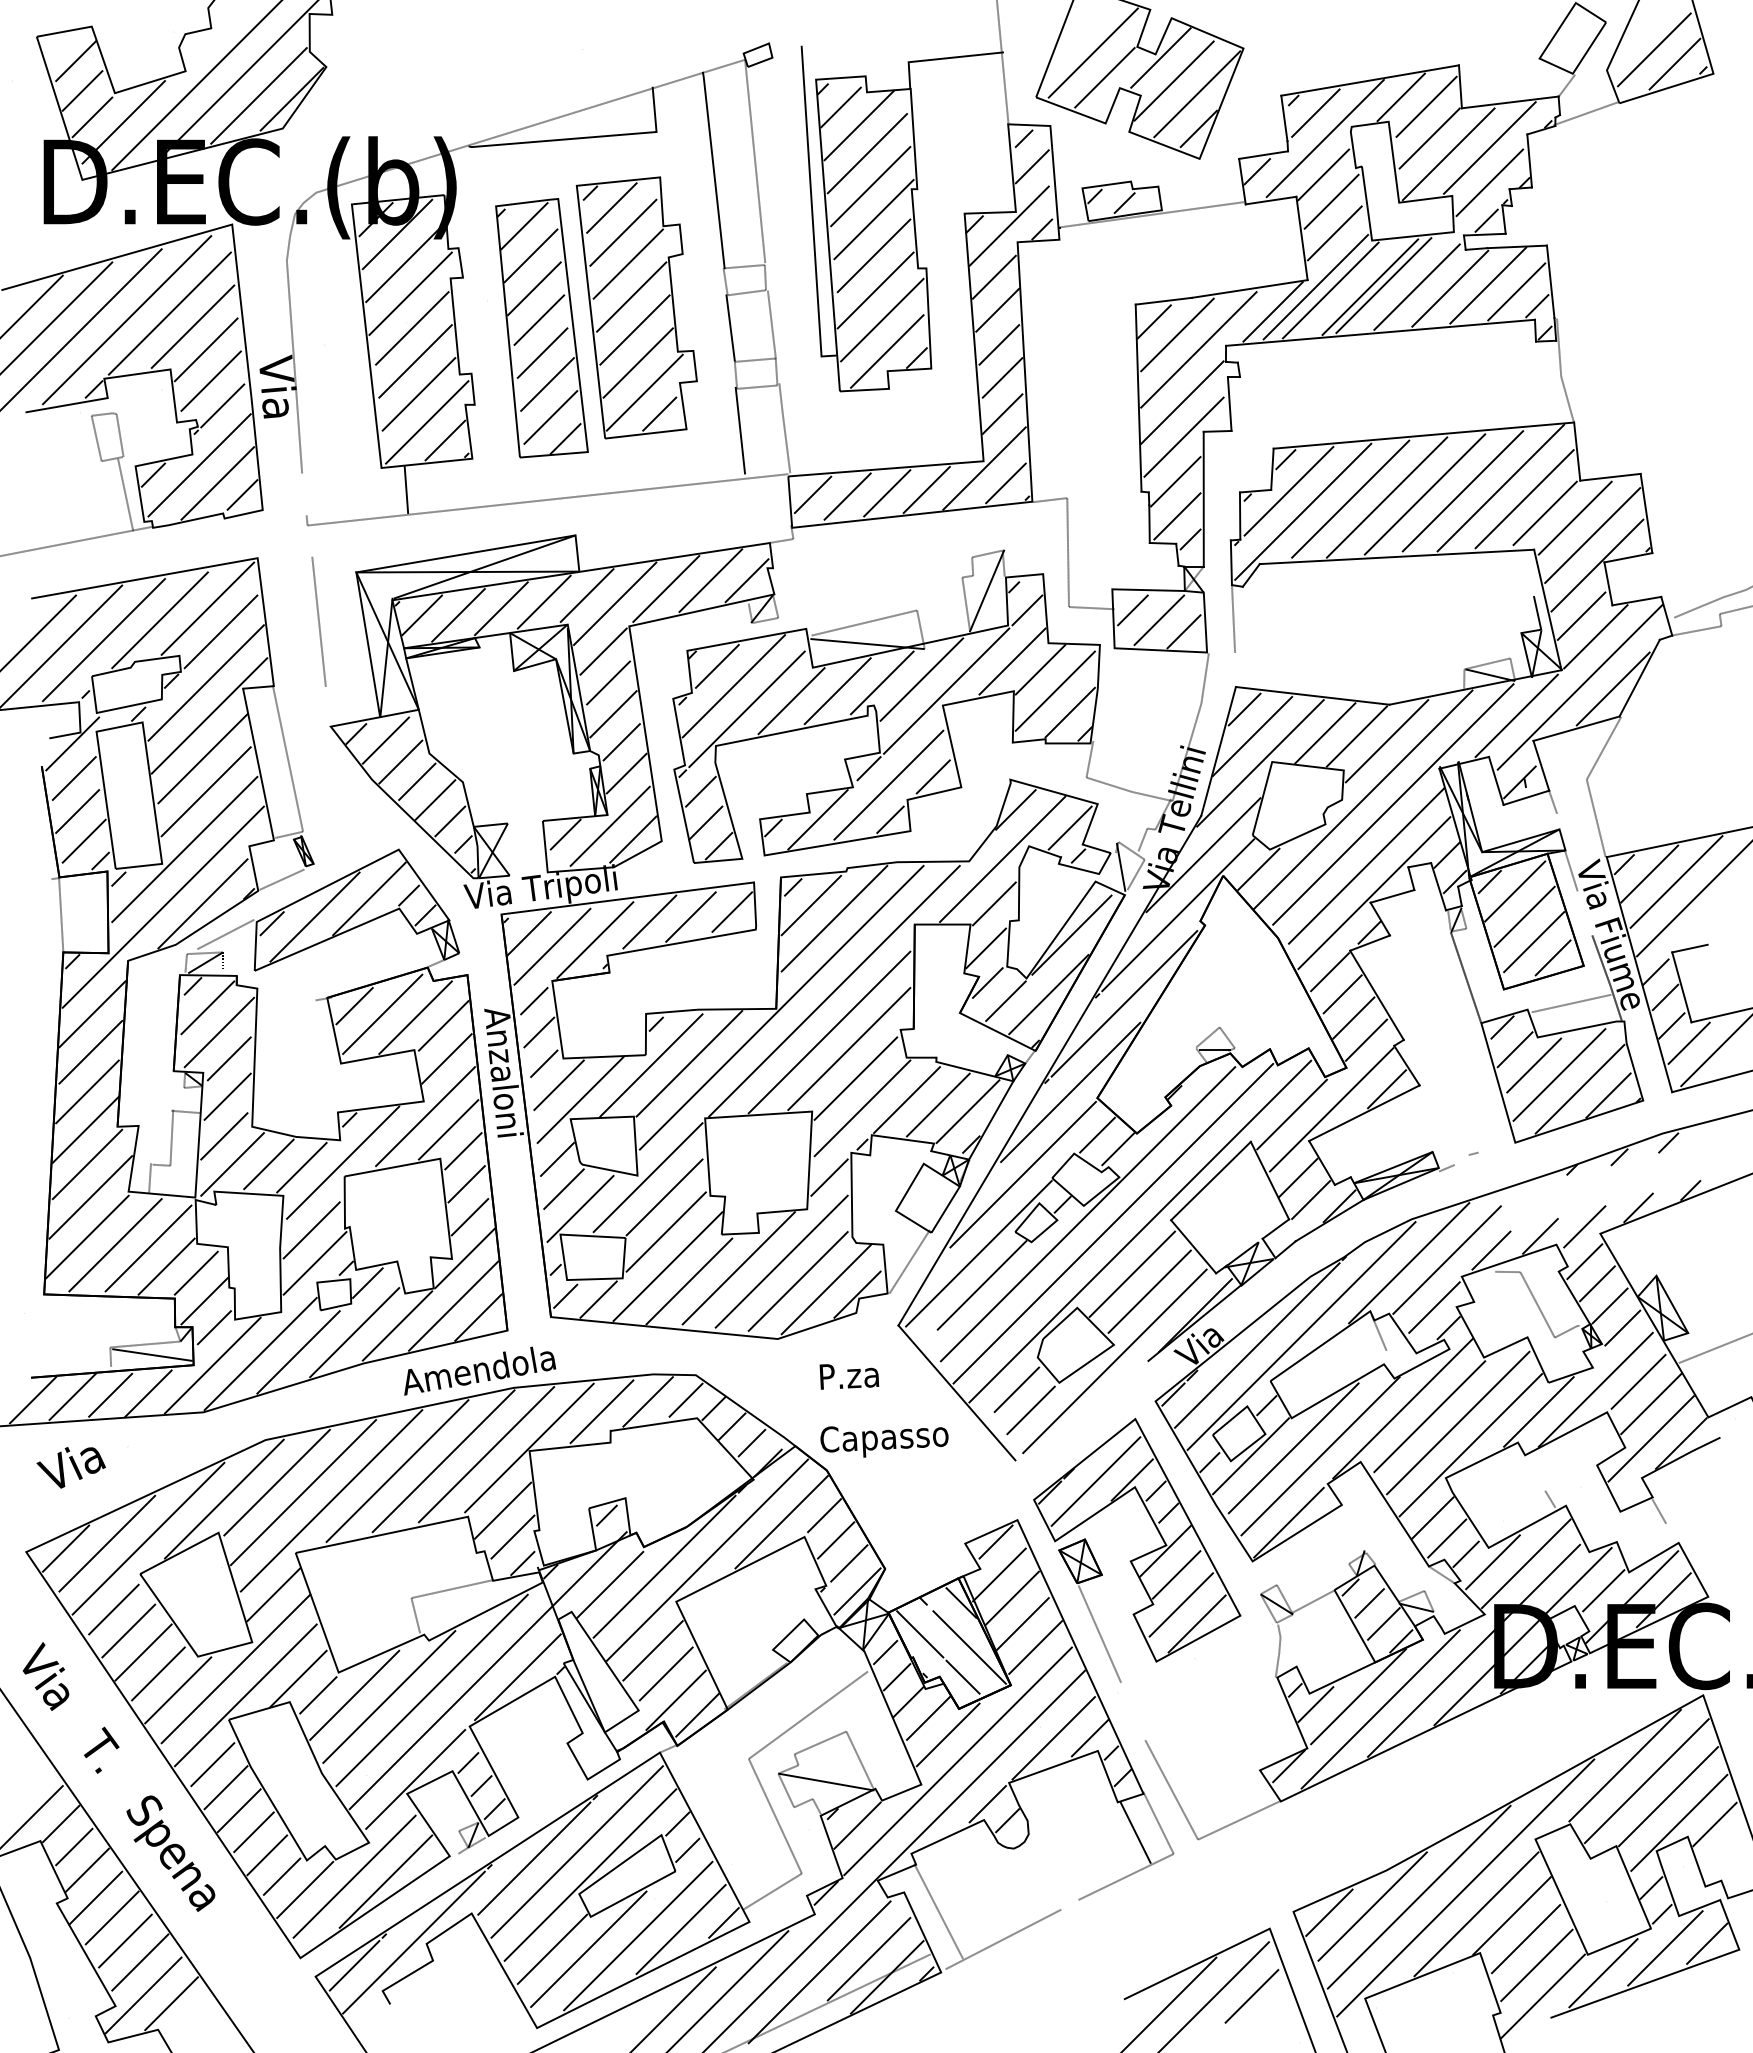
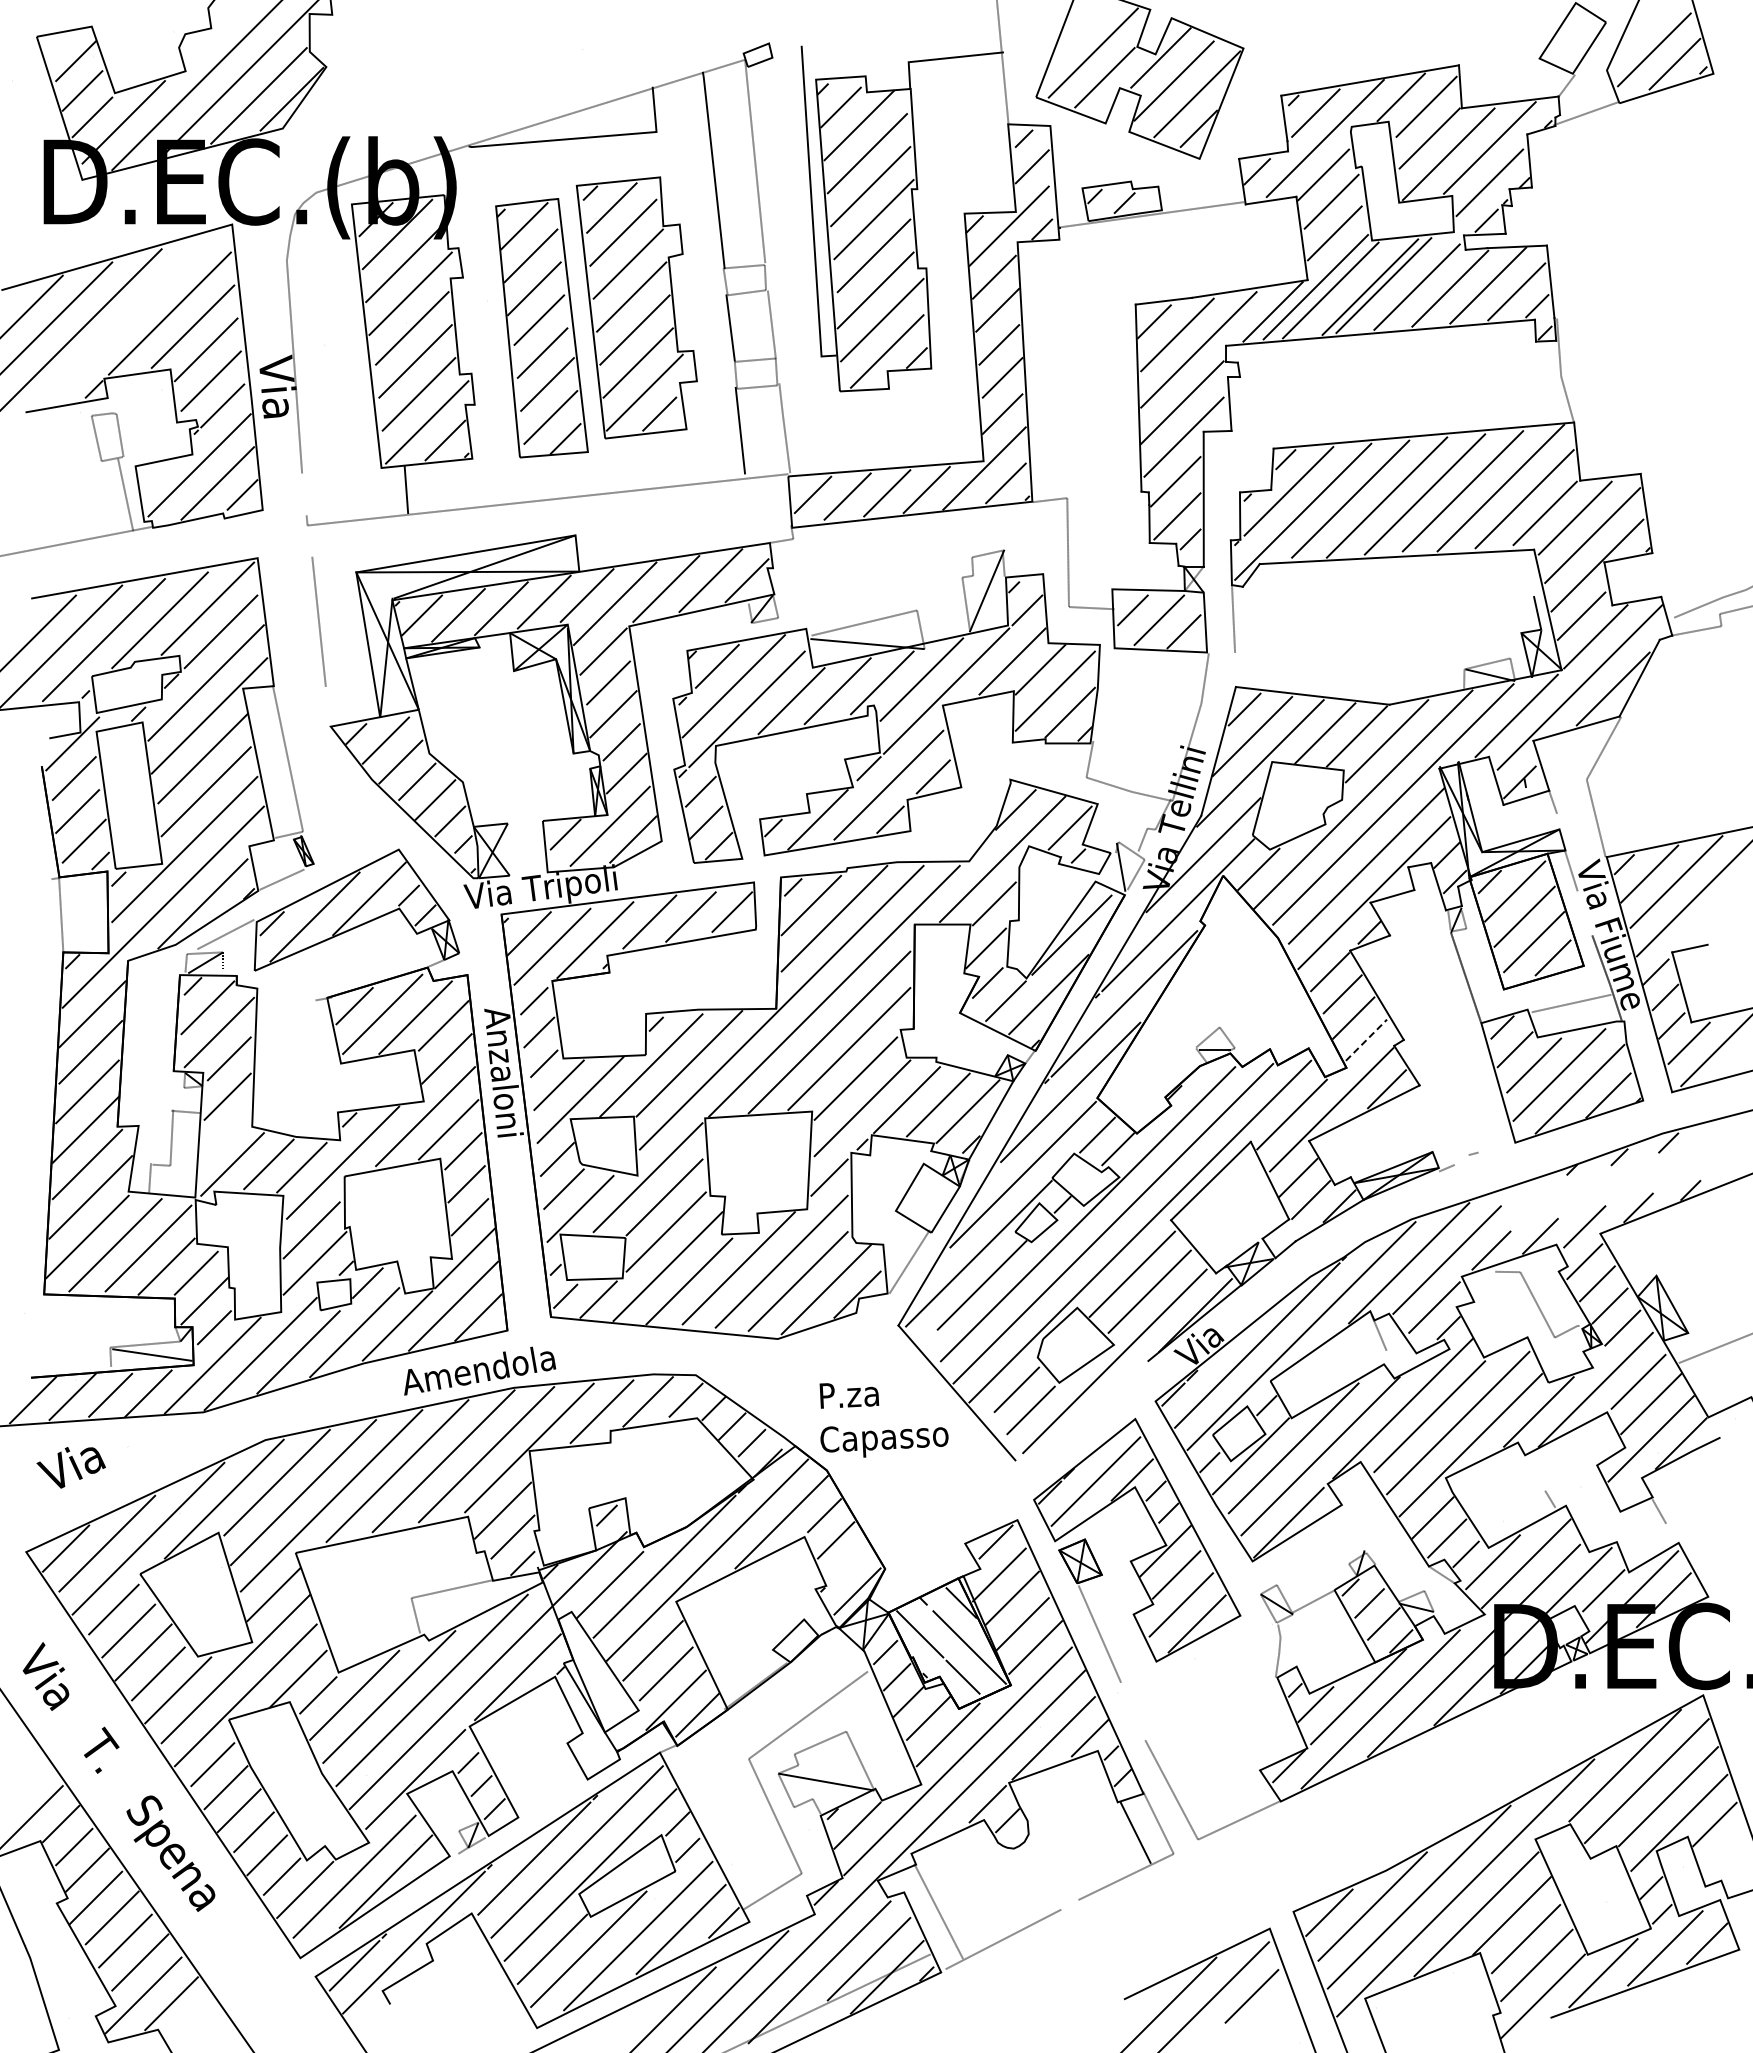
line at (126, 320): present -> none
line at (152, 474): present -> none
line at (1366, 1039): solid -> dashed
line at (224, 1136): present -> none
text at (849, 1376) position: (849, 1376) -> (849, 1395)
line at (849, 1563): present -> none
